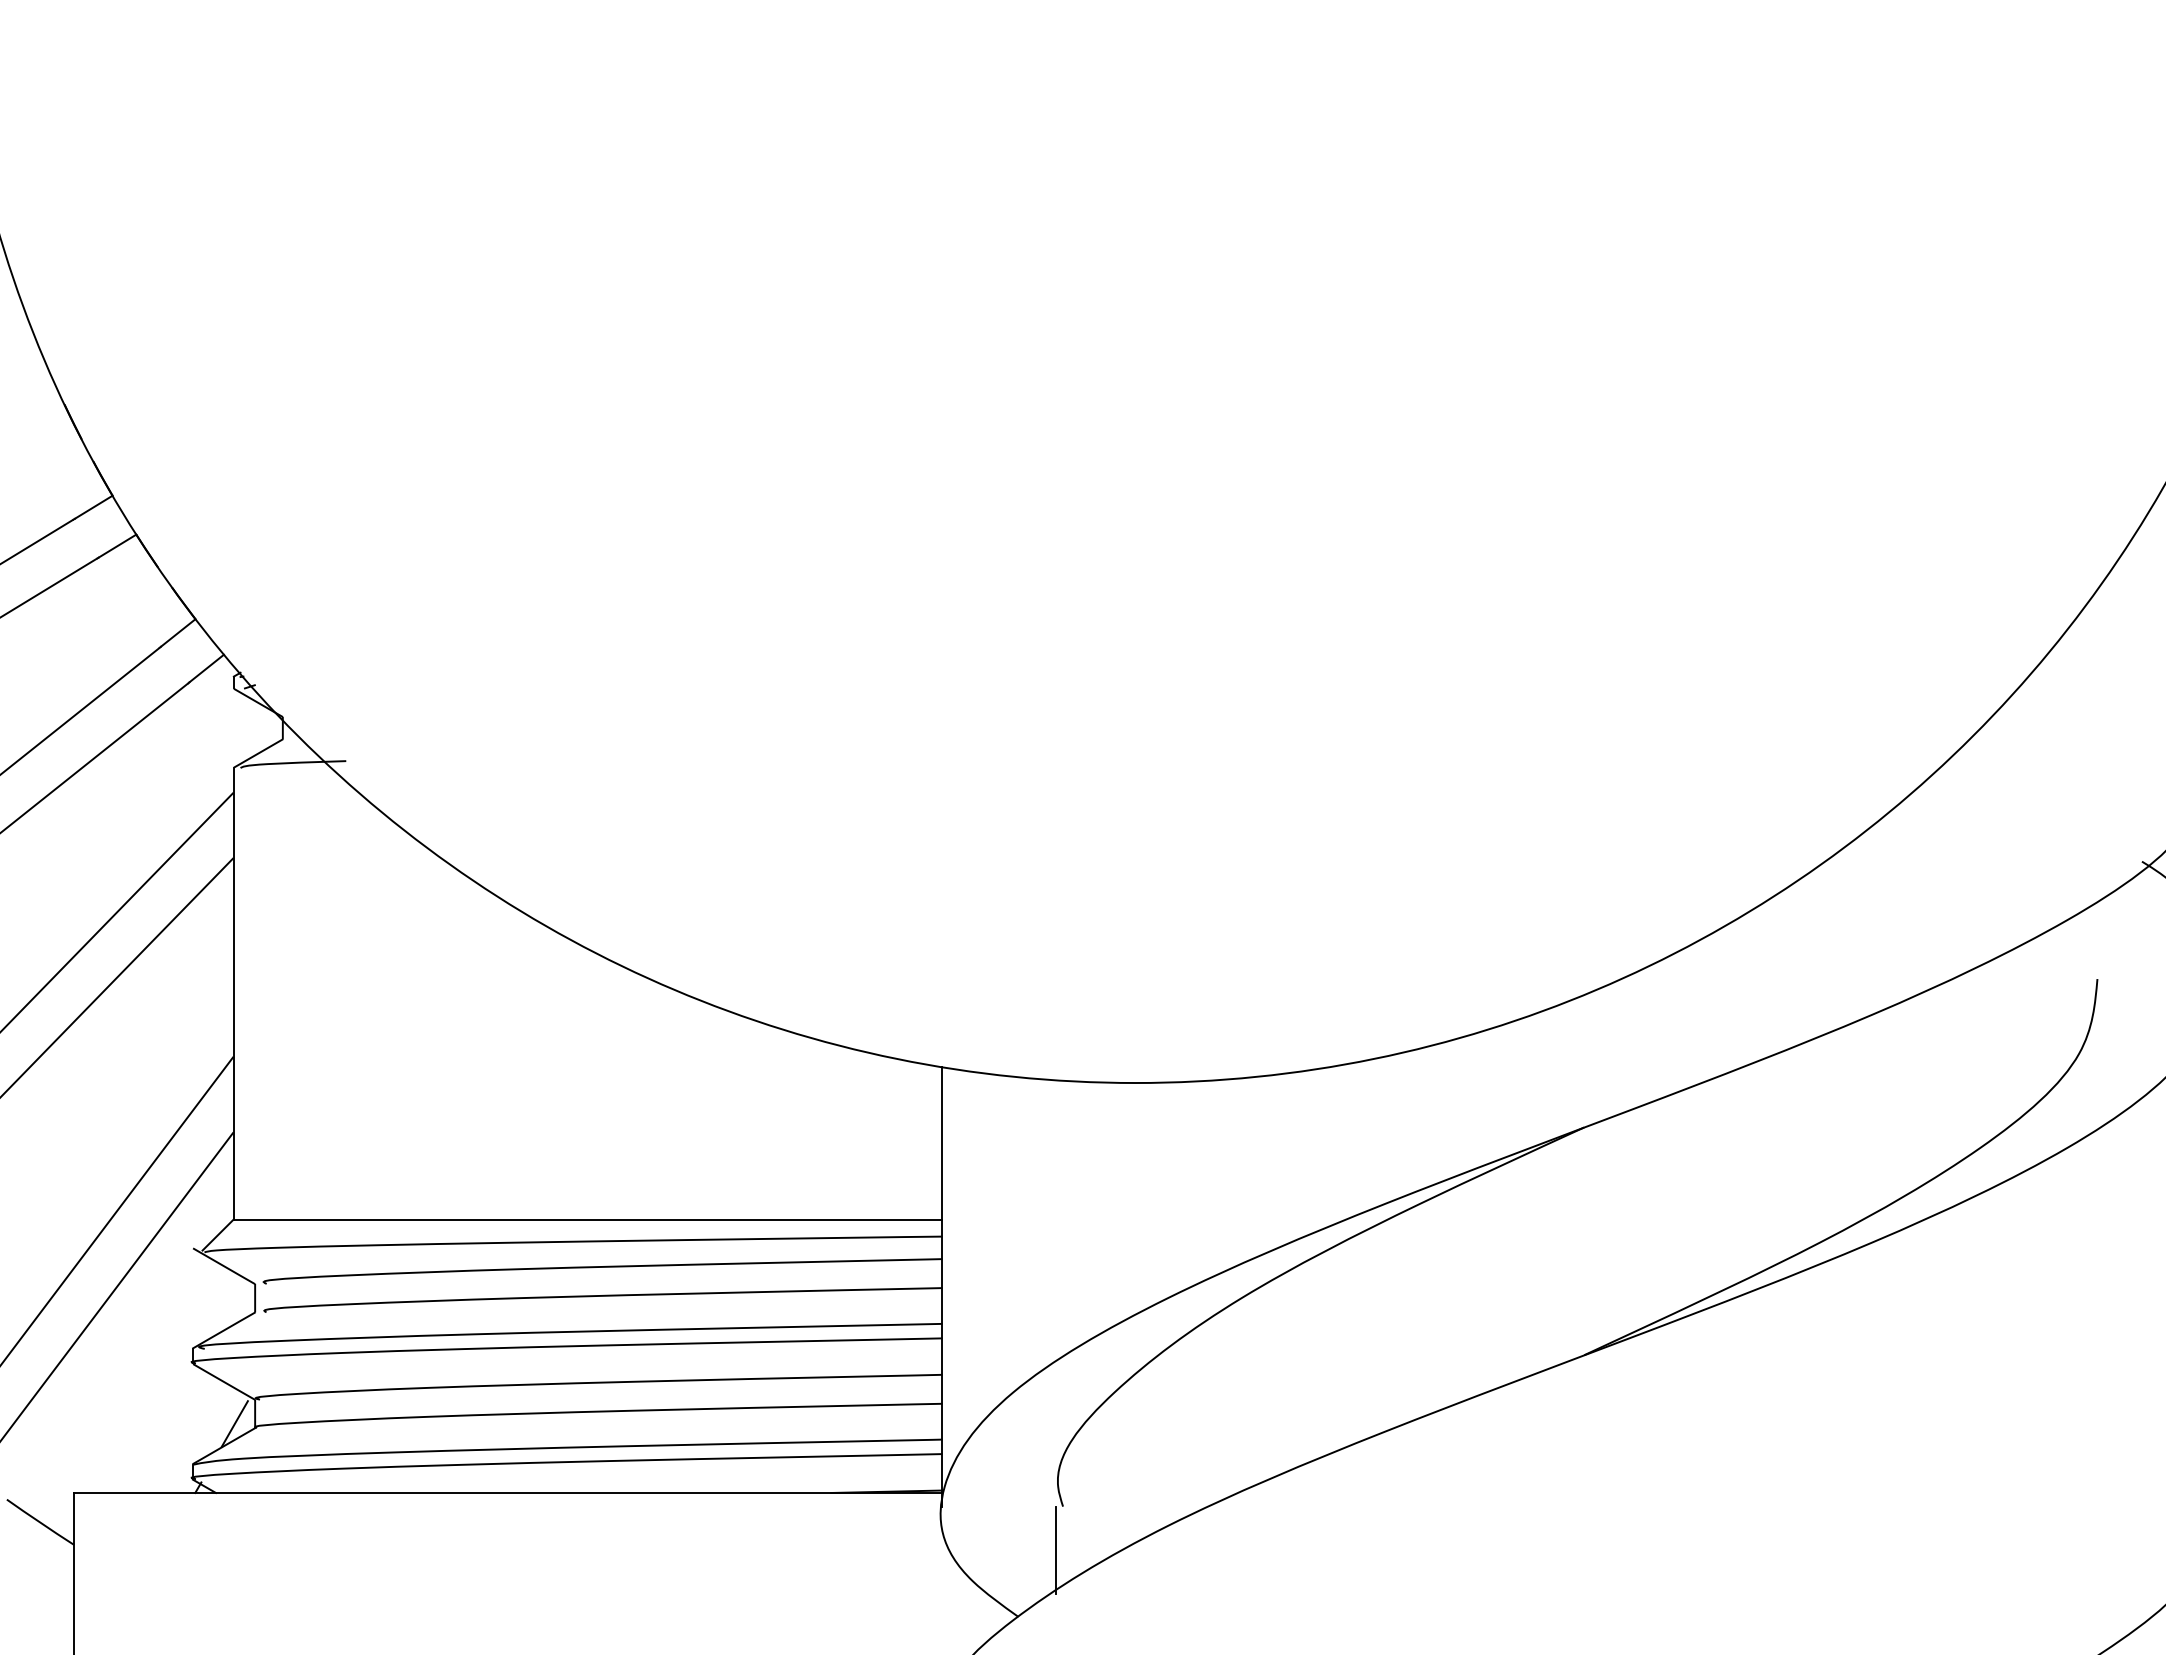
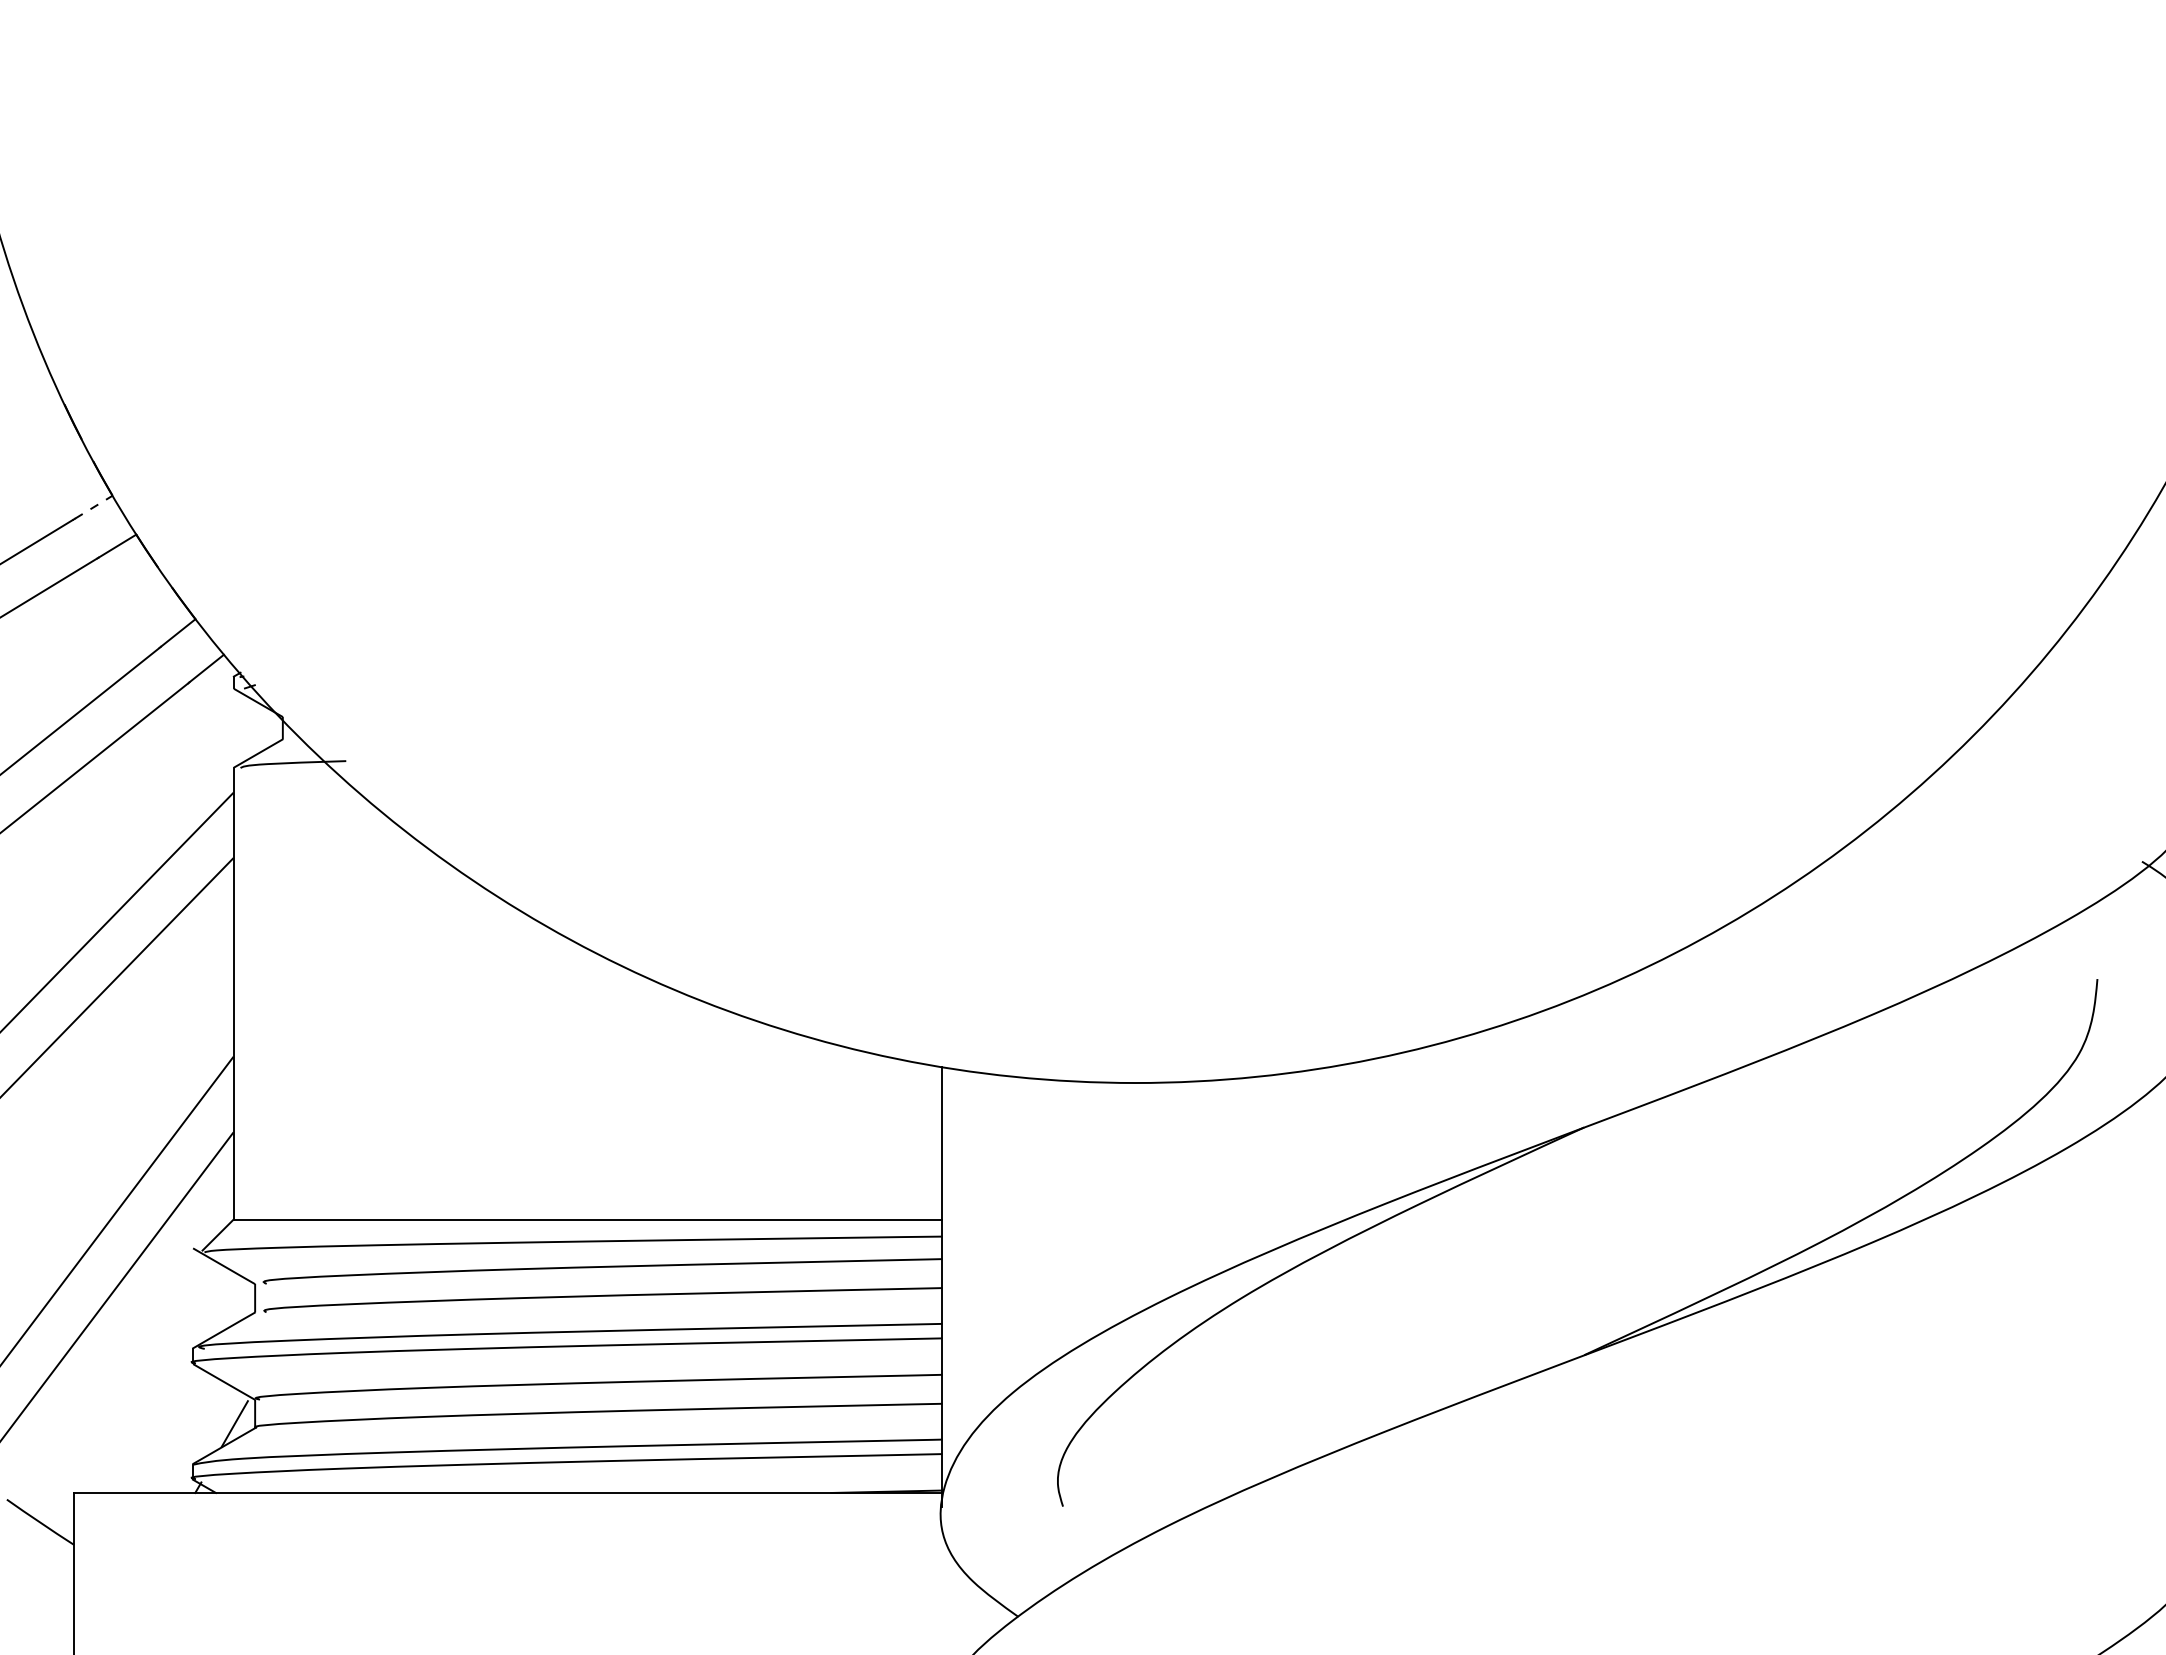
line at (94, 506): solid -> dashed
line at (1056, 1549): present -> none
